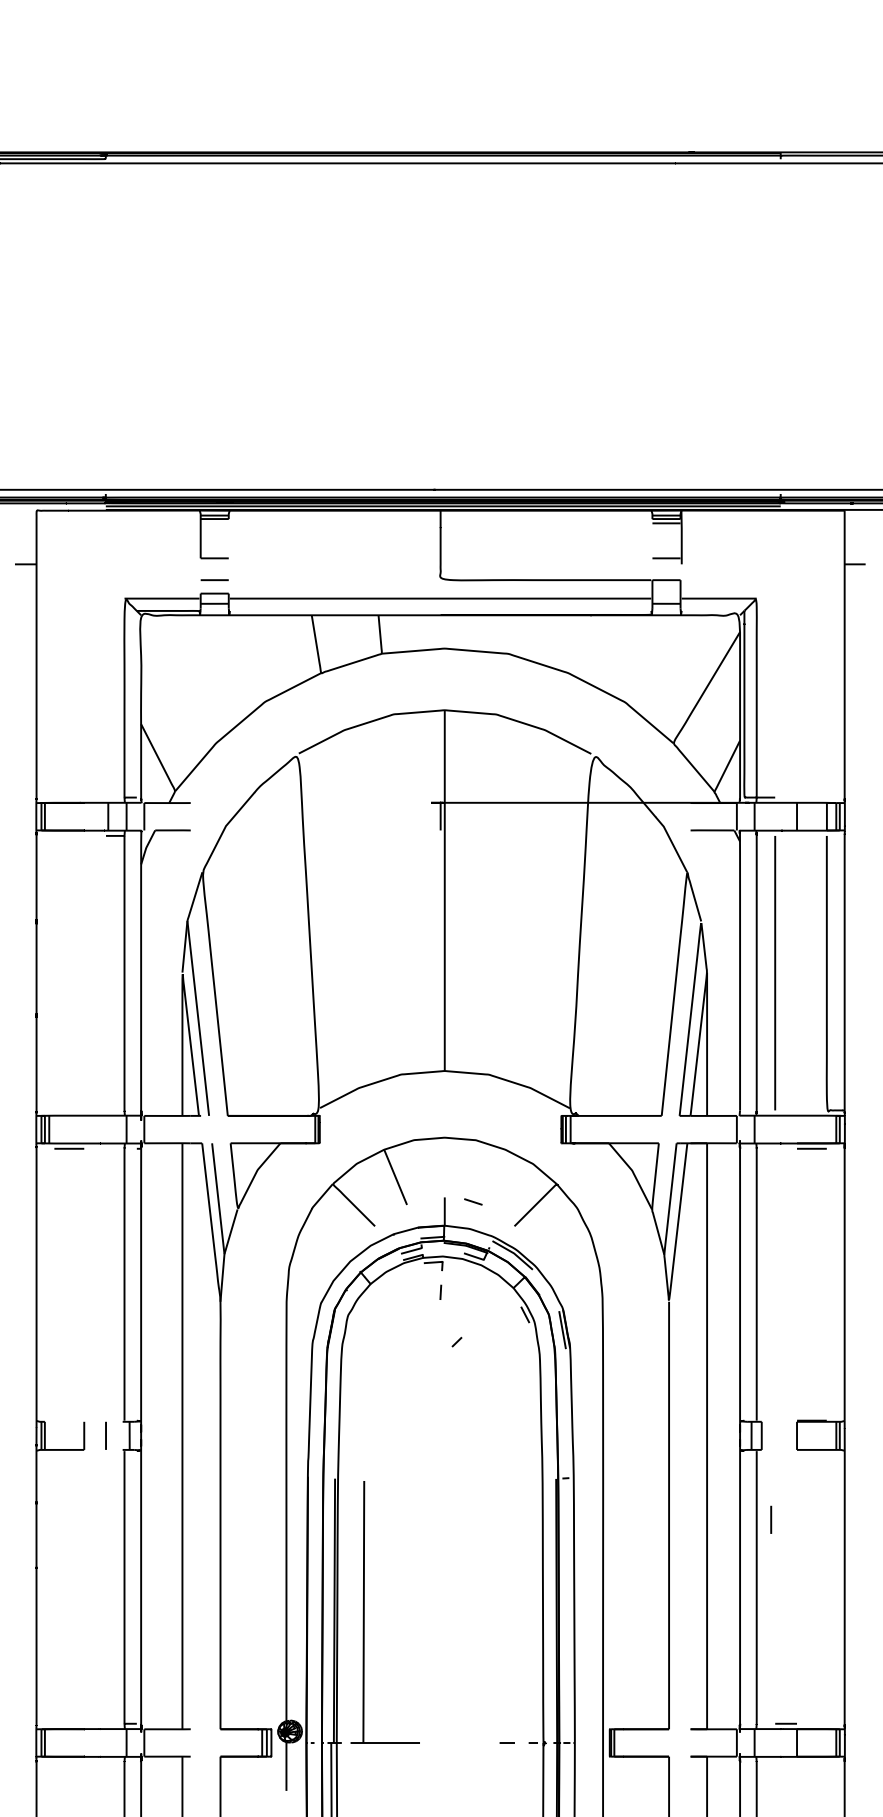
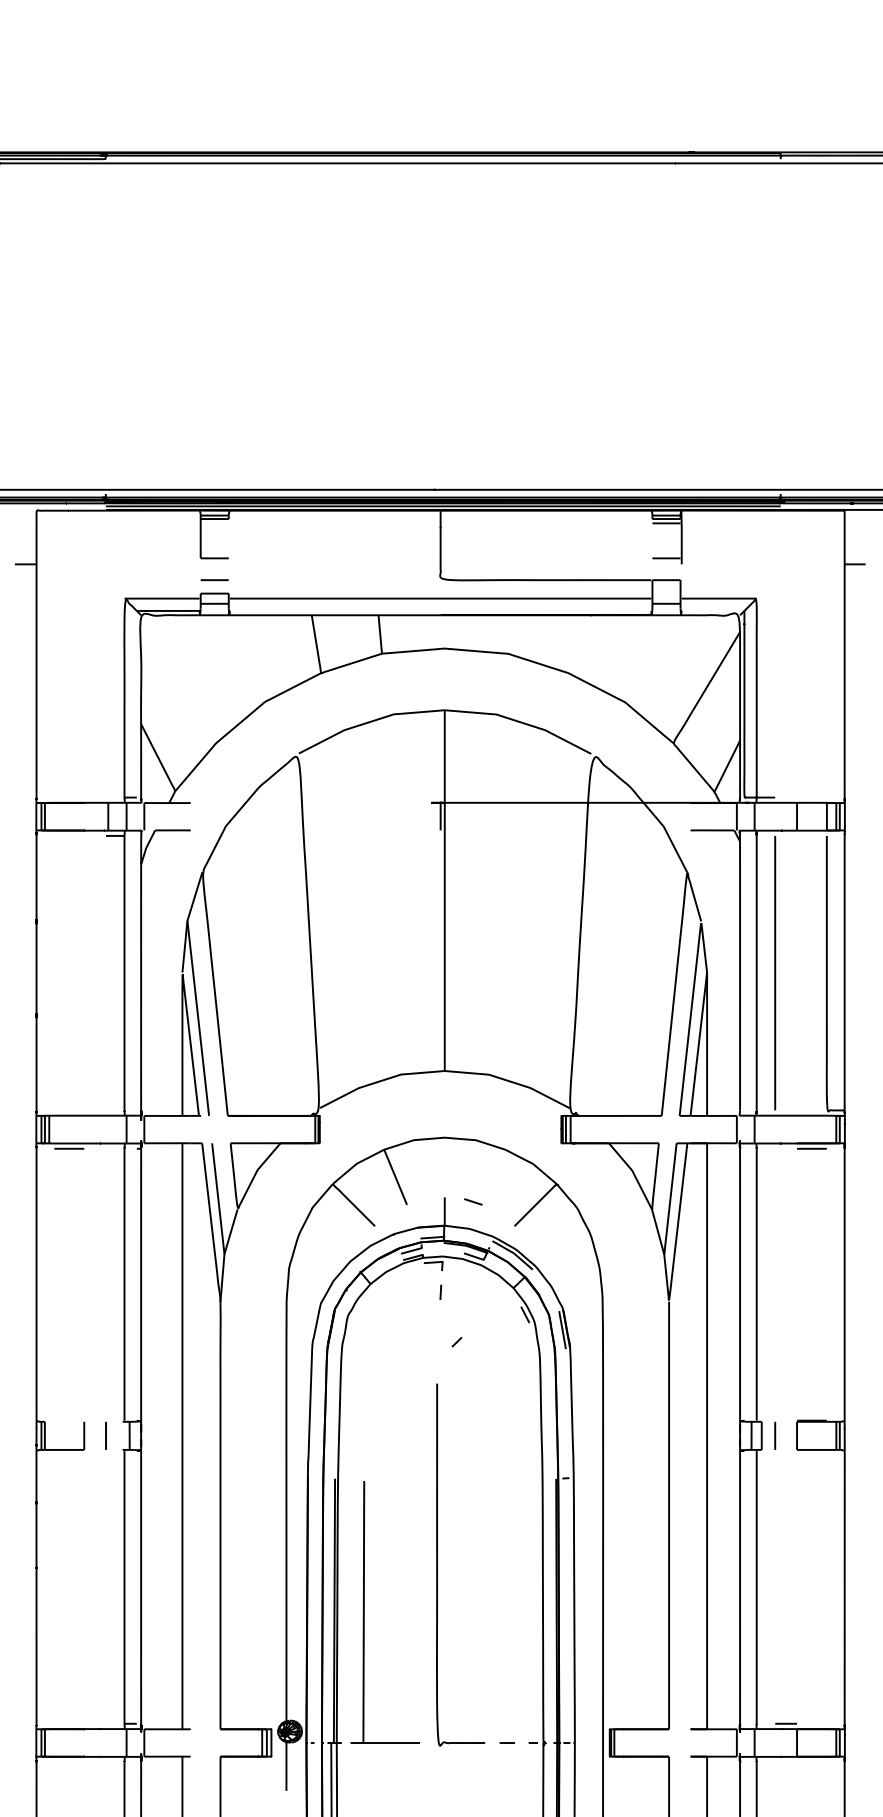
line at (771, 1519) position: (771, 1519) -> (775, 1435)
curve at (437, 1564): none -> present
